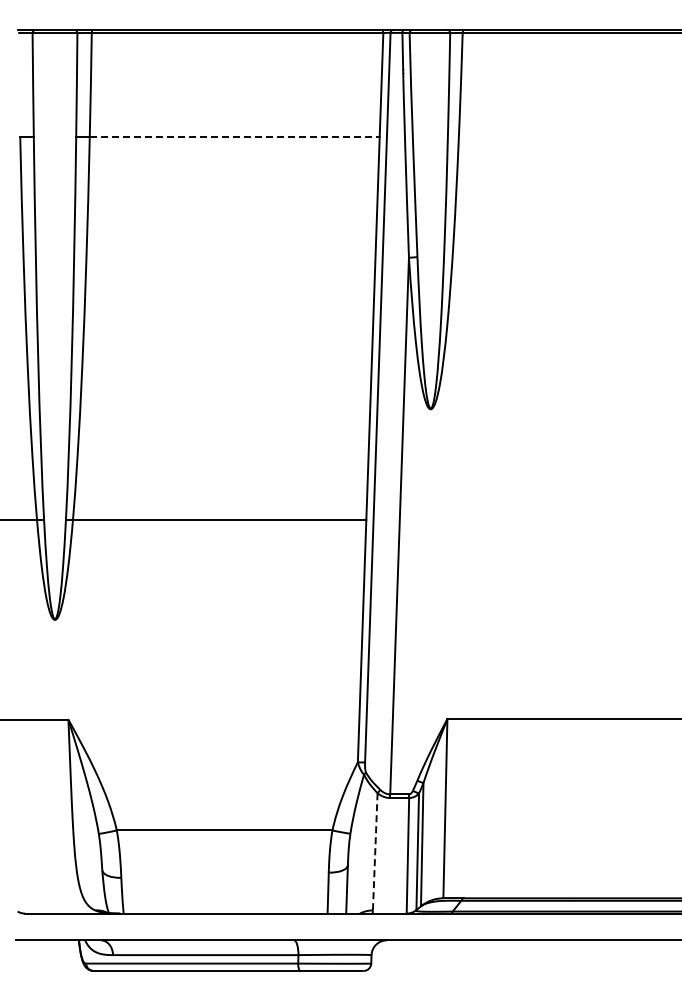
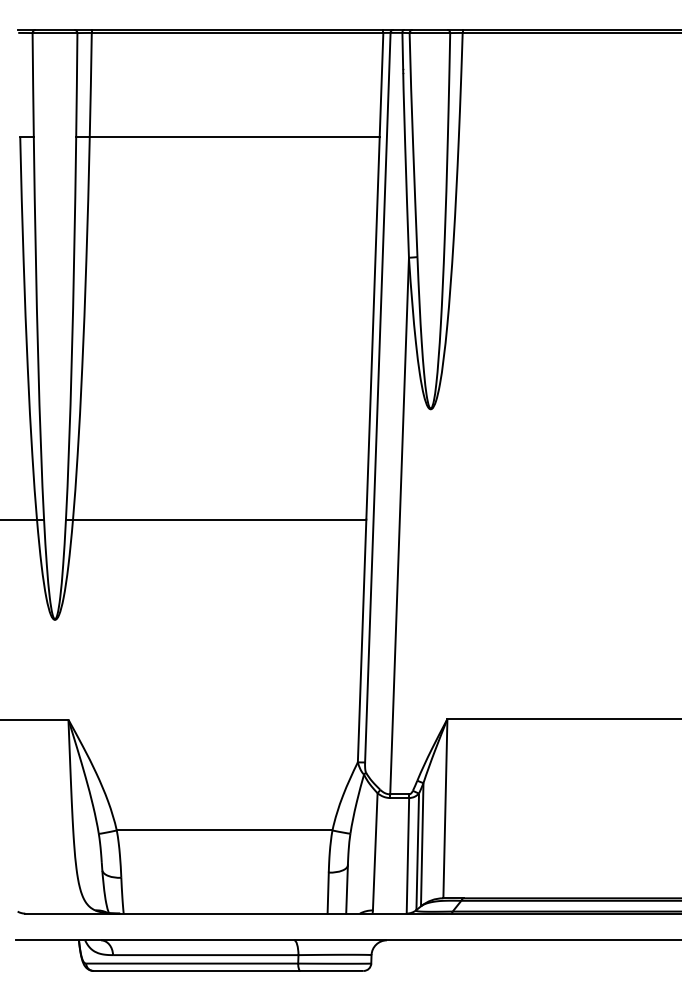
line at (234, 137): dashed -> solid
line at (375, 851): dashed -> solid
